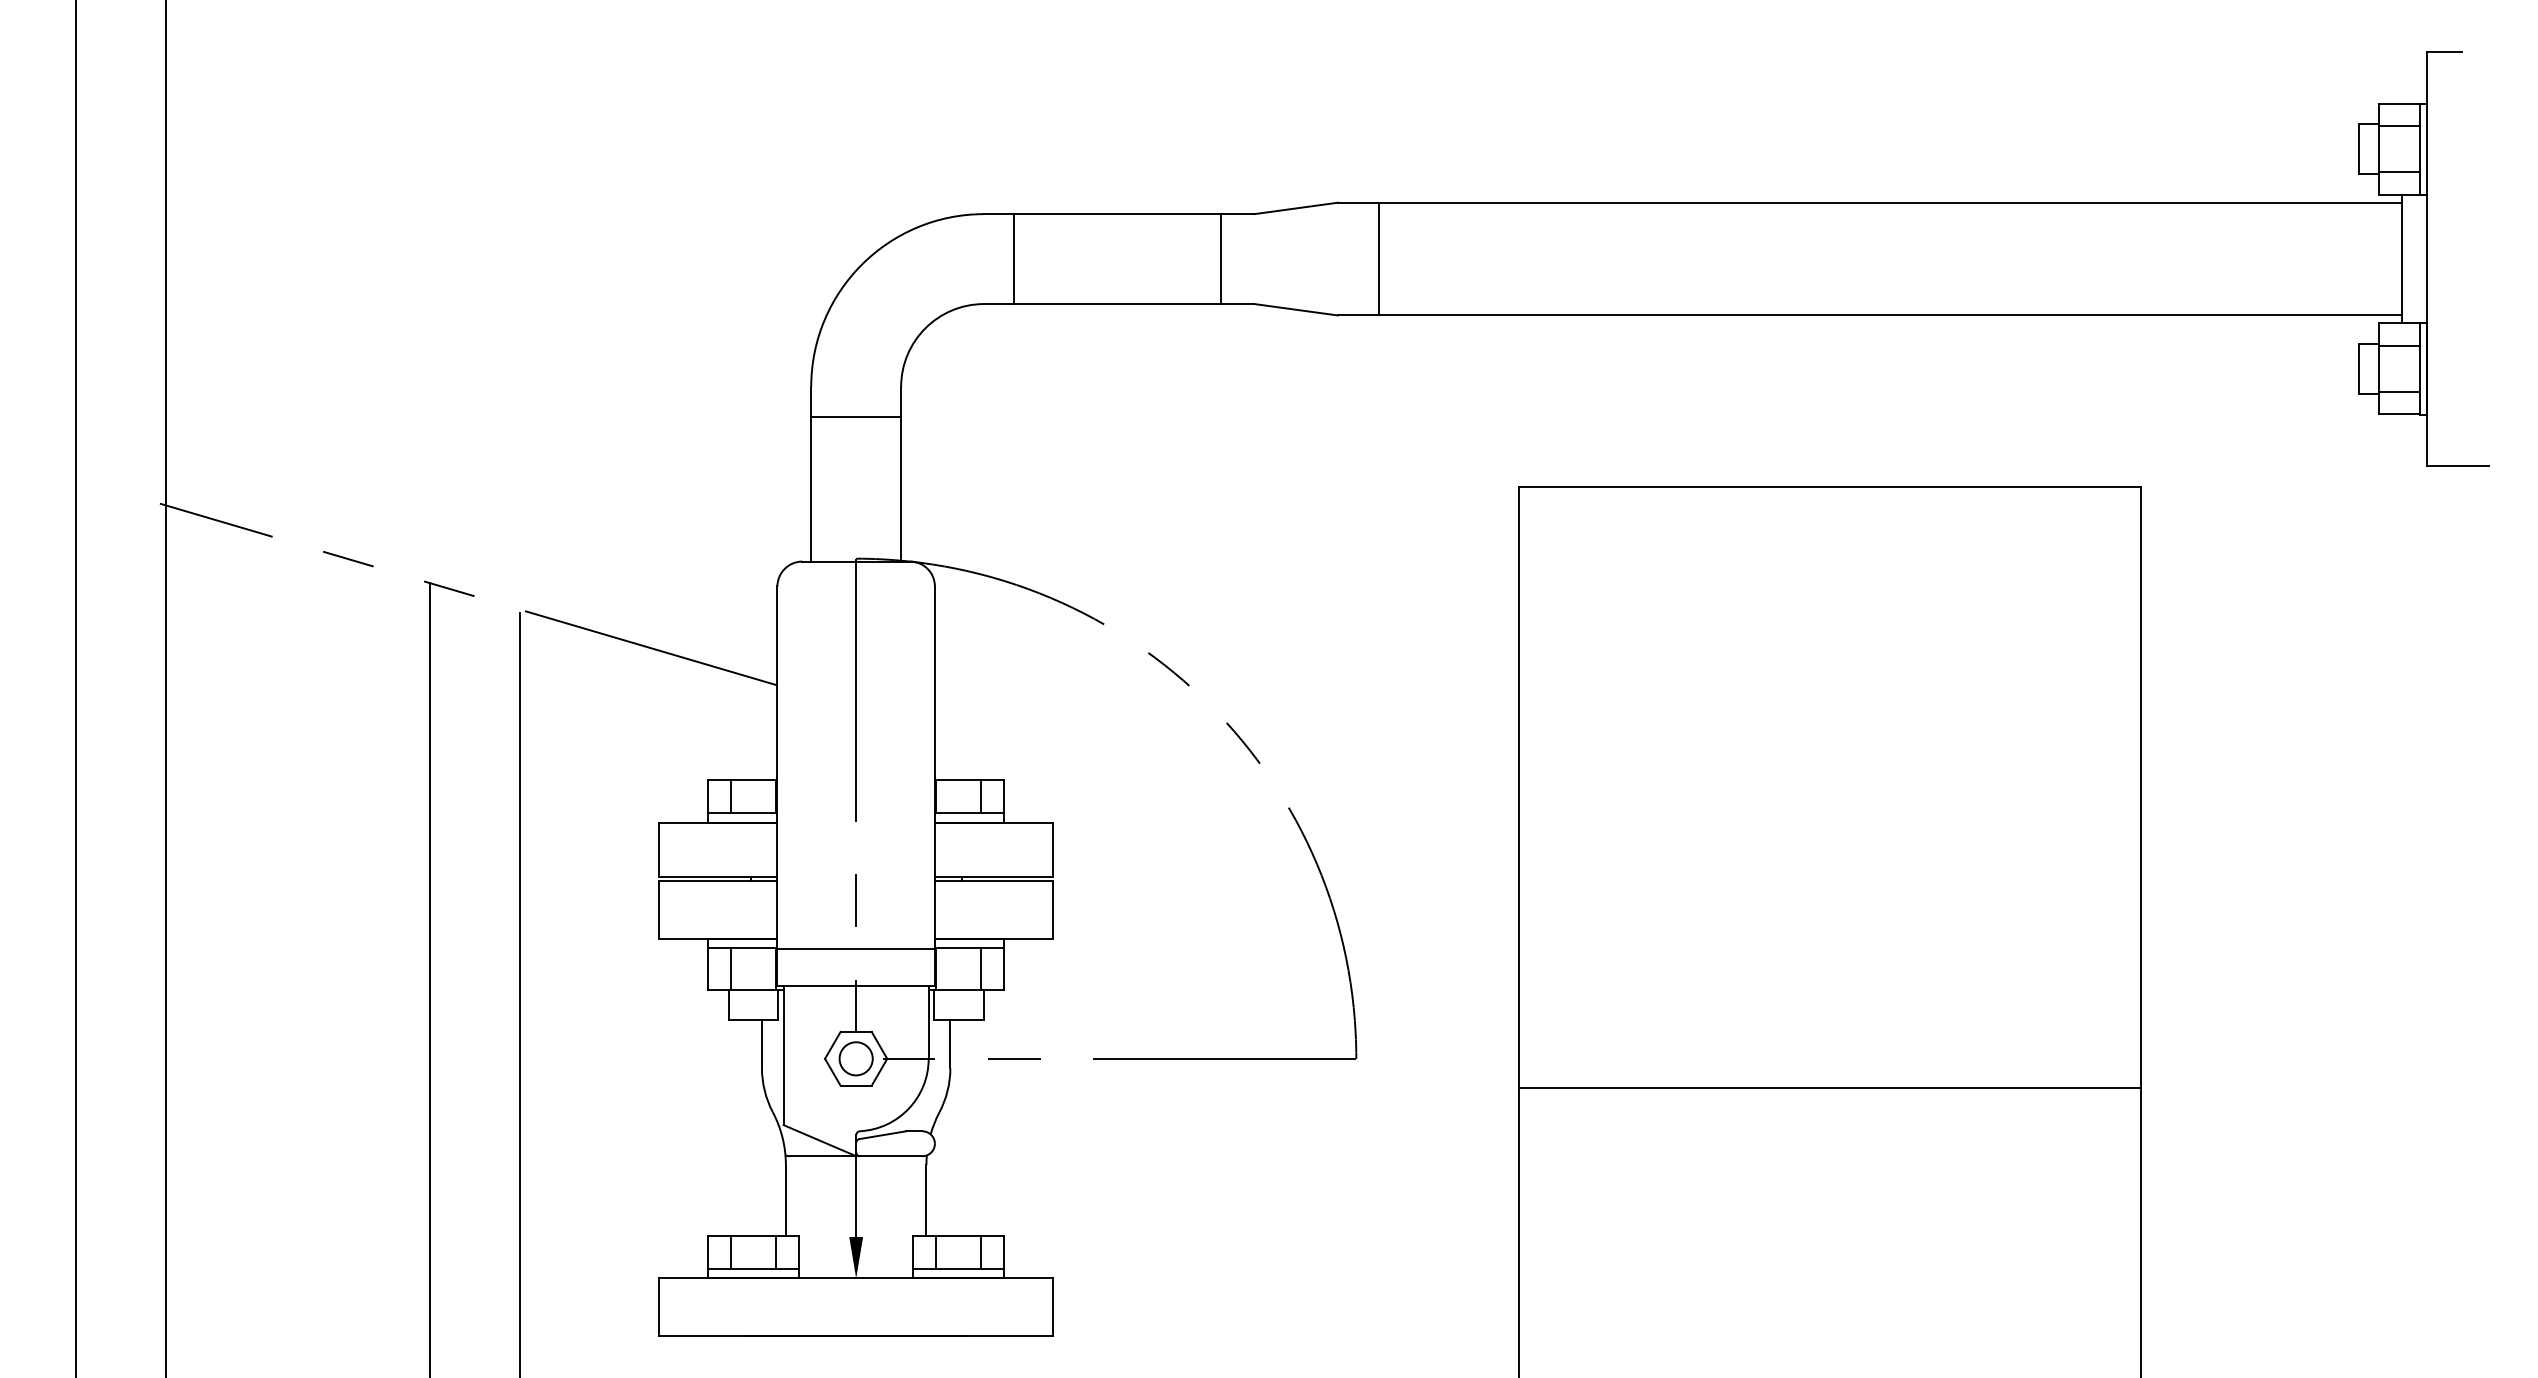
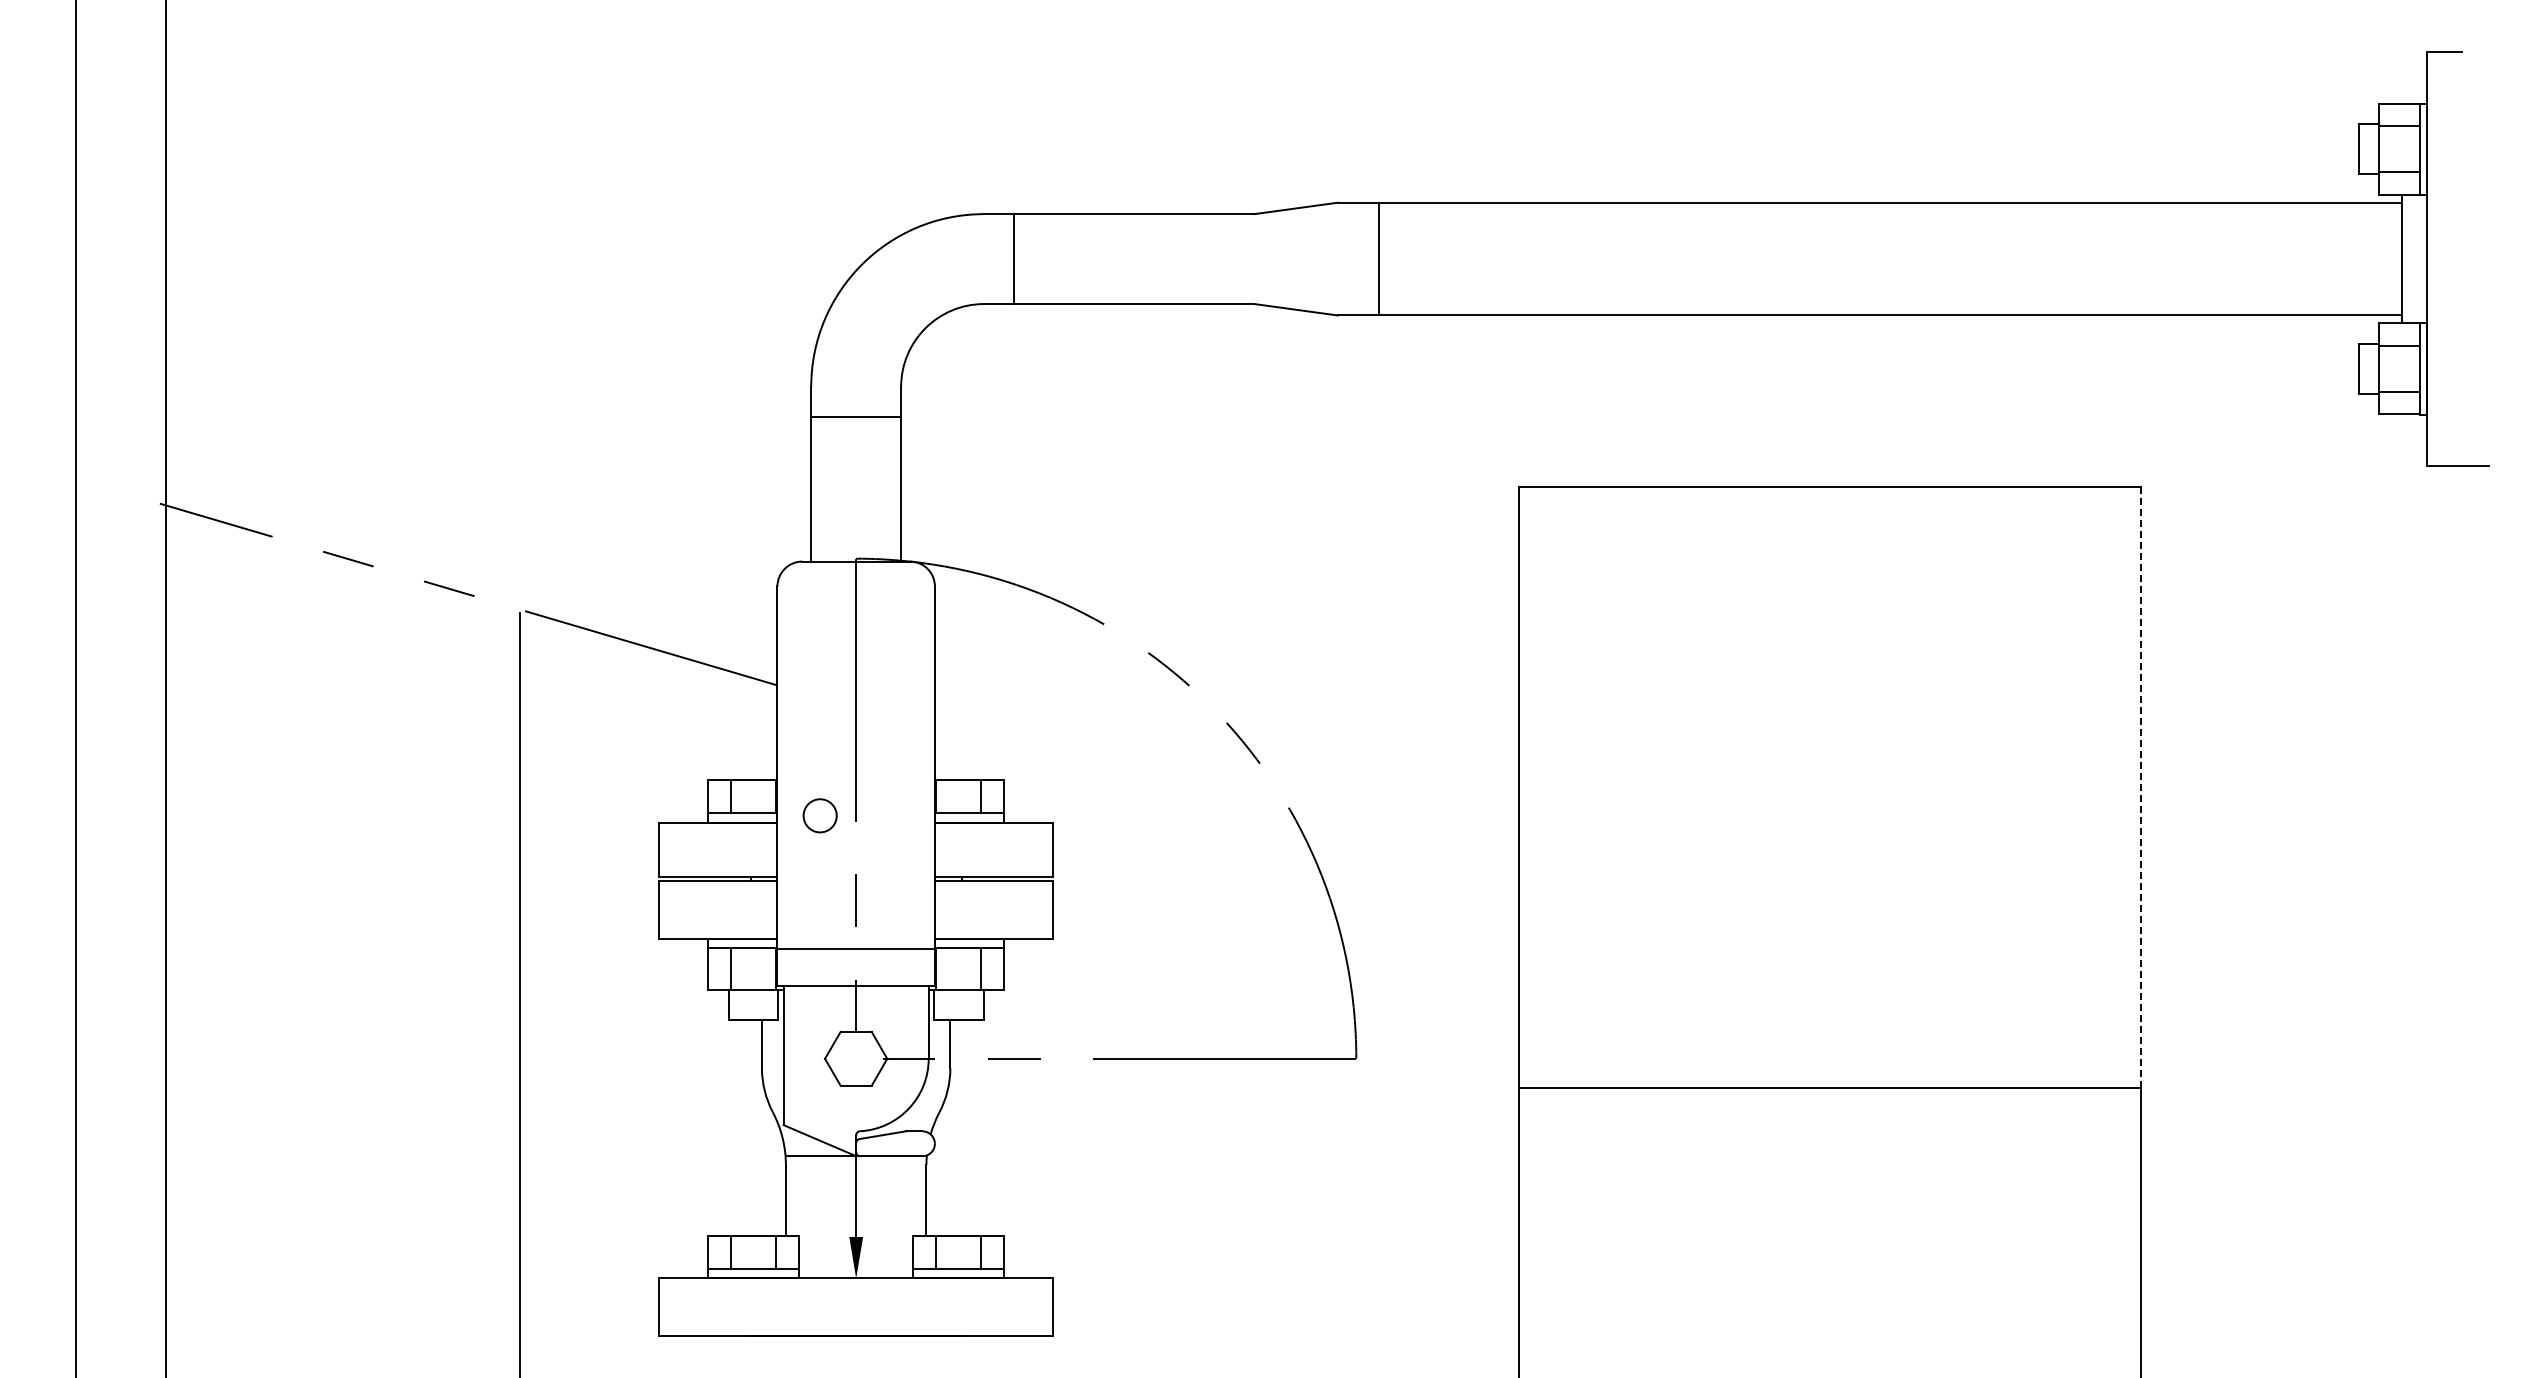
line at (1221, 259): present -> none
line at (2140, 787): solid -> dashed
line at (430, 978): present -> none
circle at (855, 1058) position: (855, 1058) -> (819, 815)
